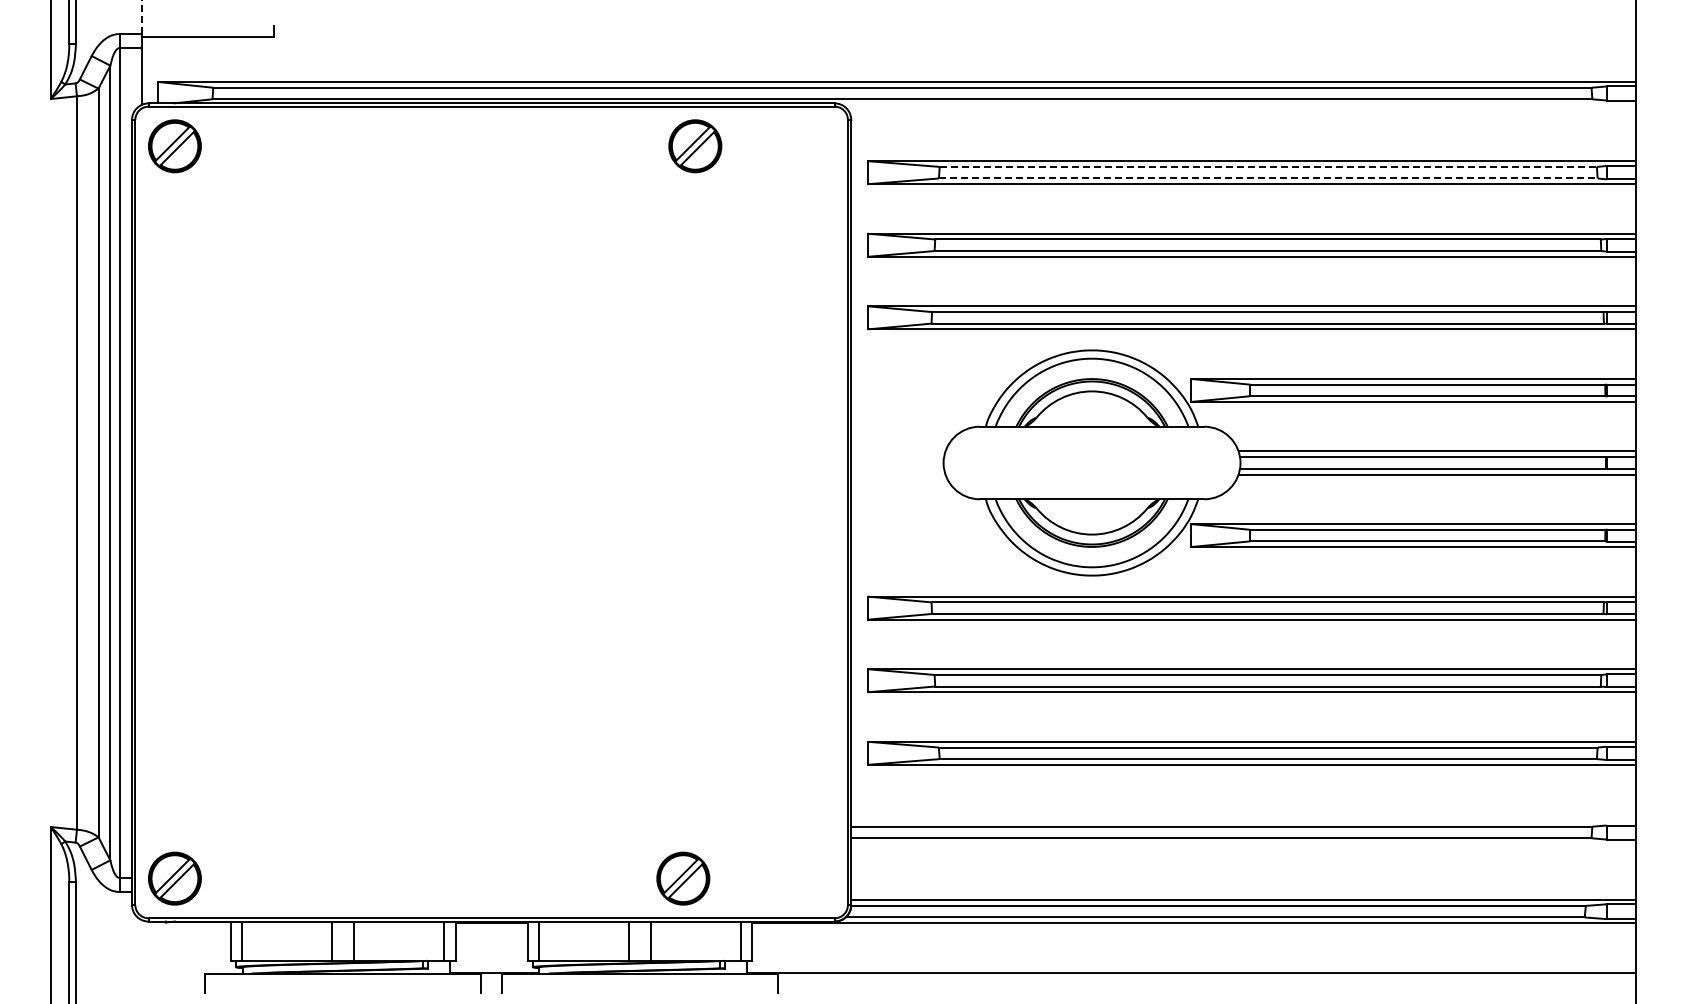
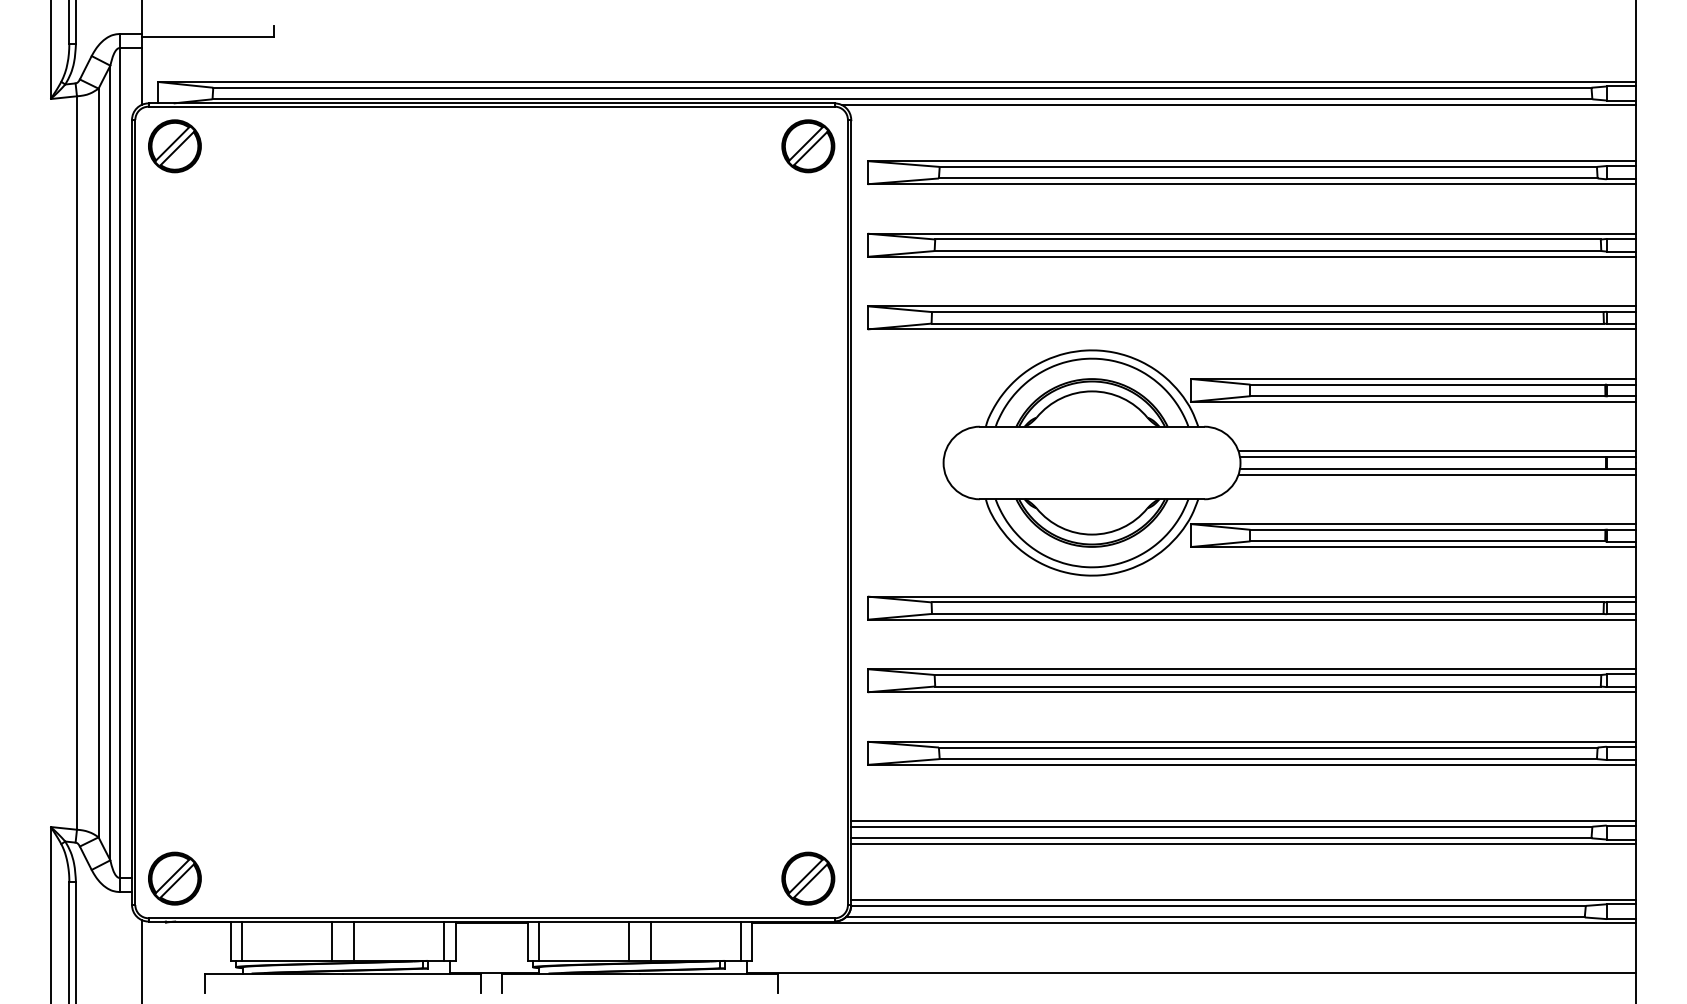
line at (141, 17): dashed -> solid
line at (1238, 105): none -> present
part at (695, 146) position: (695, 146) -> (808, 146)
line at (1268, 166): dashed -> solid
line at (1268, 178): dashed -> solid
line at (1243, 820): none -> present
line at (1243, 844): none -> present
part at (683, 878) position: (683, 878) -> (808, 878)
line at (141, 960): none -> present
